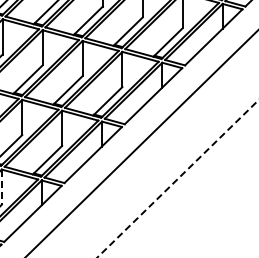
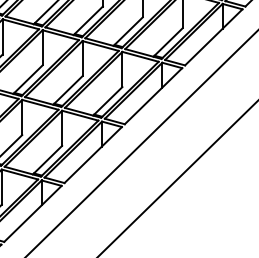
line at (177, 178): dashed -> solid
line at (1, 187): dashed -> solid
